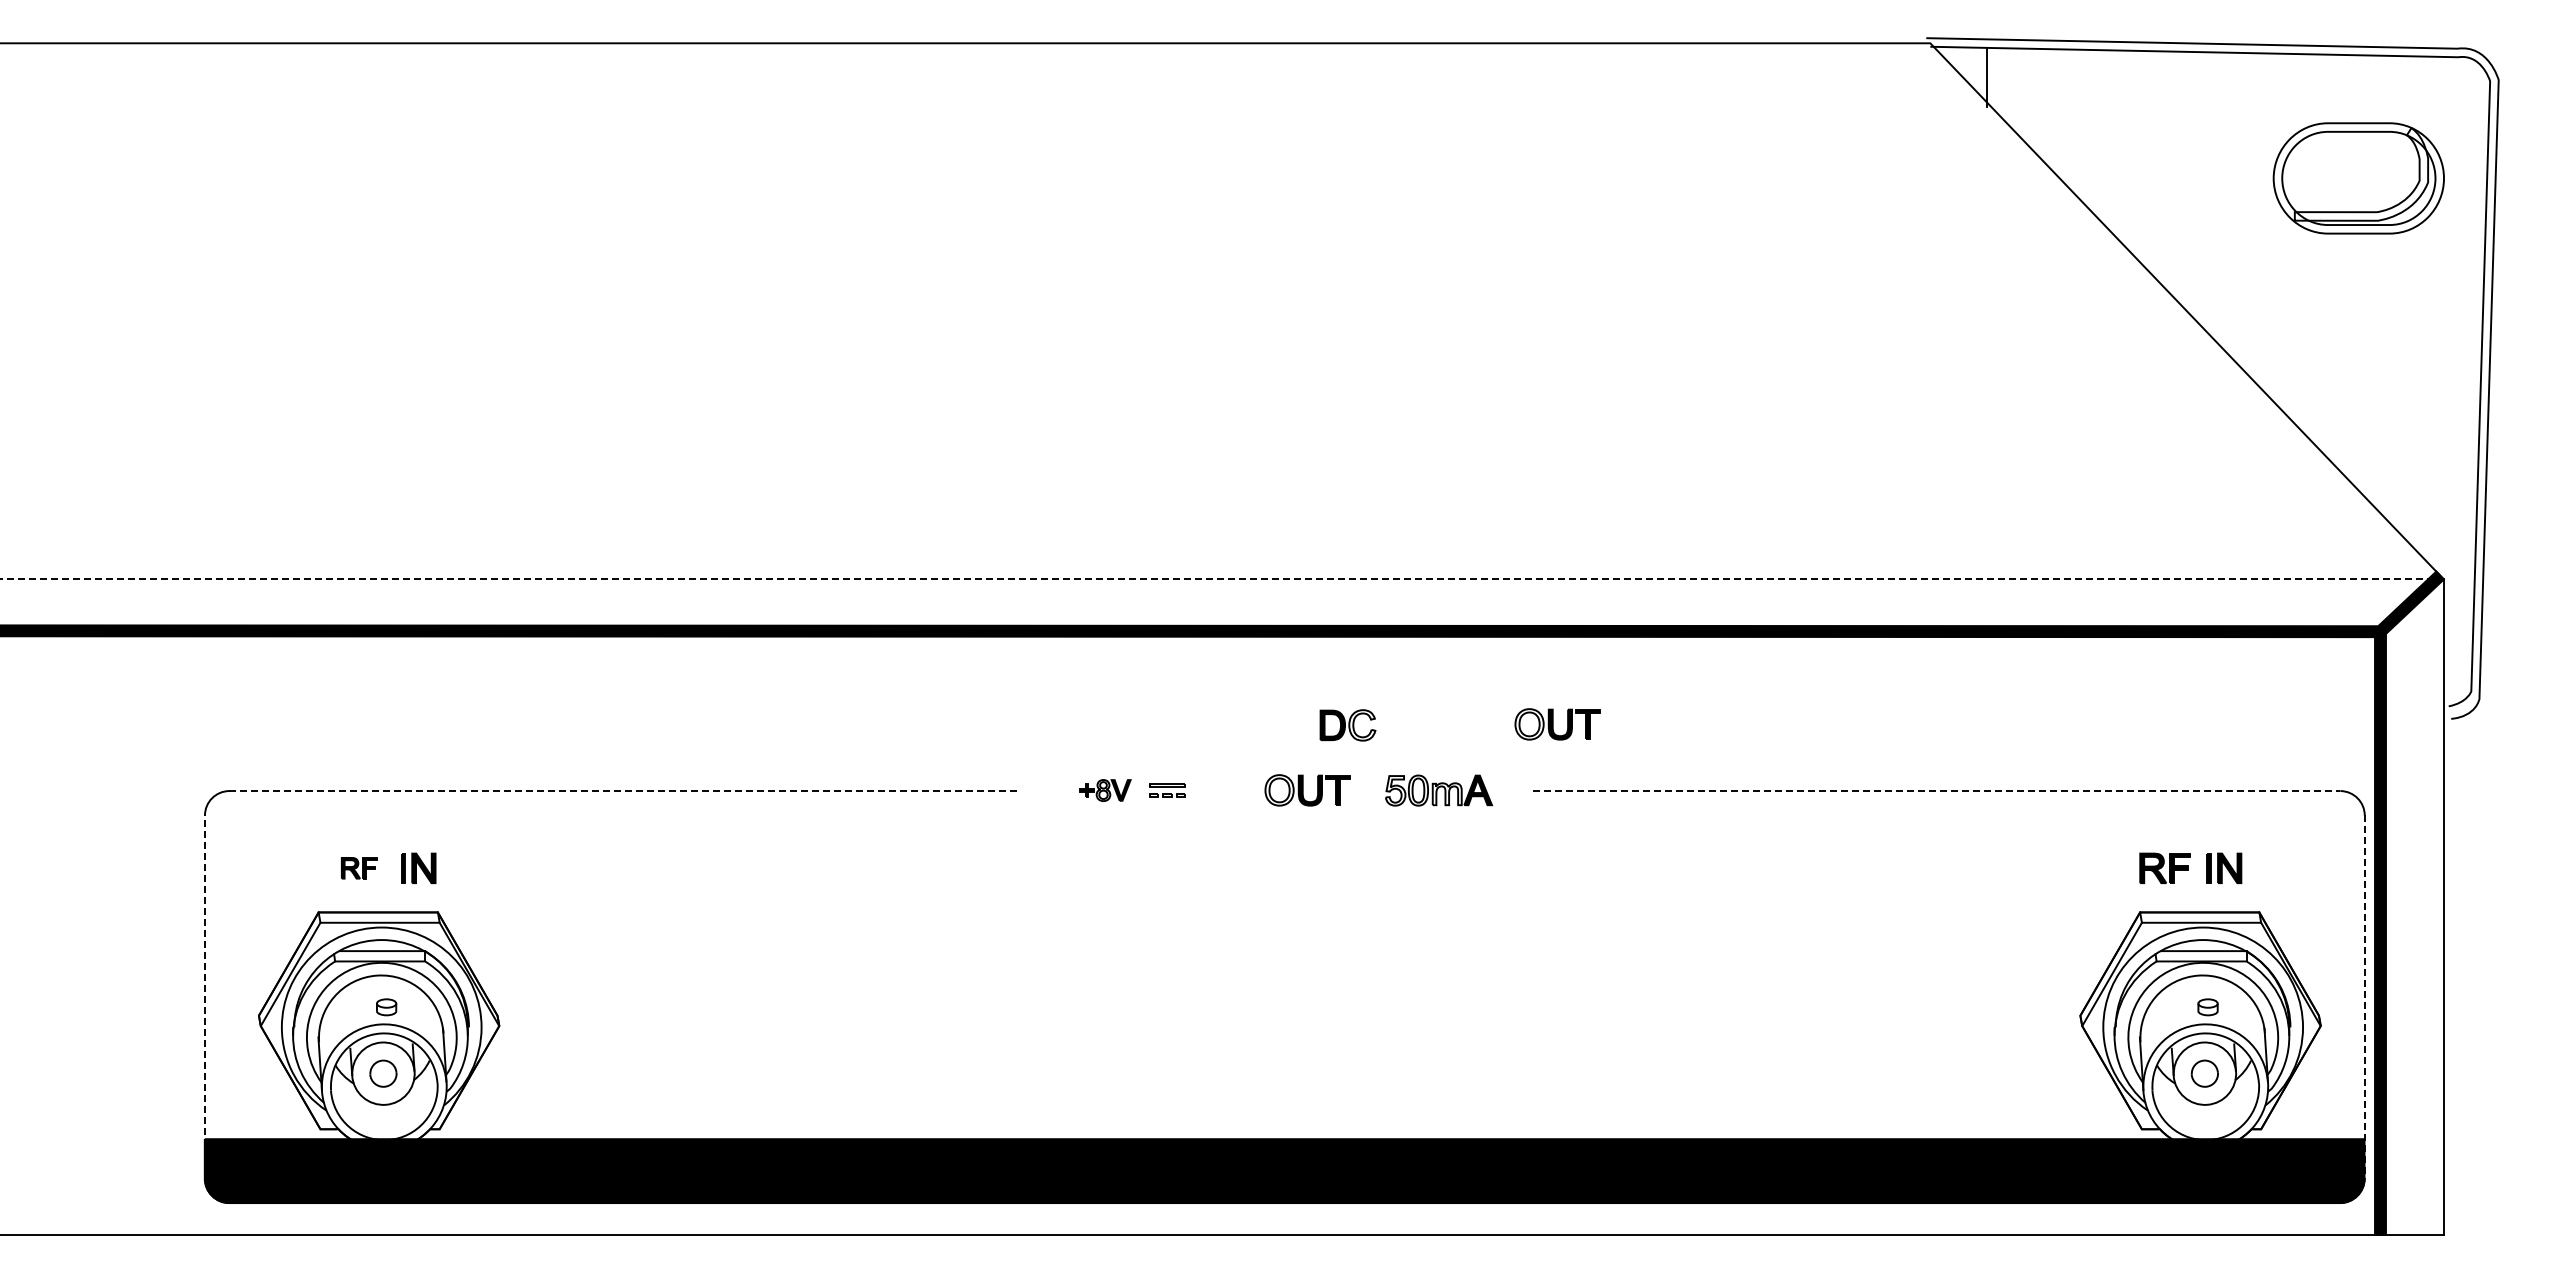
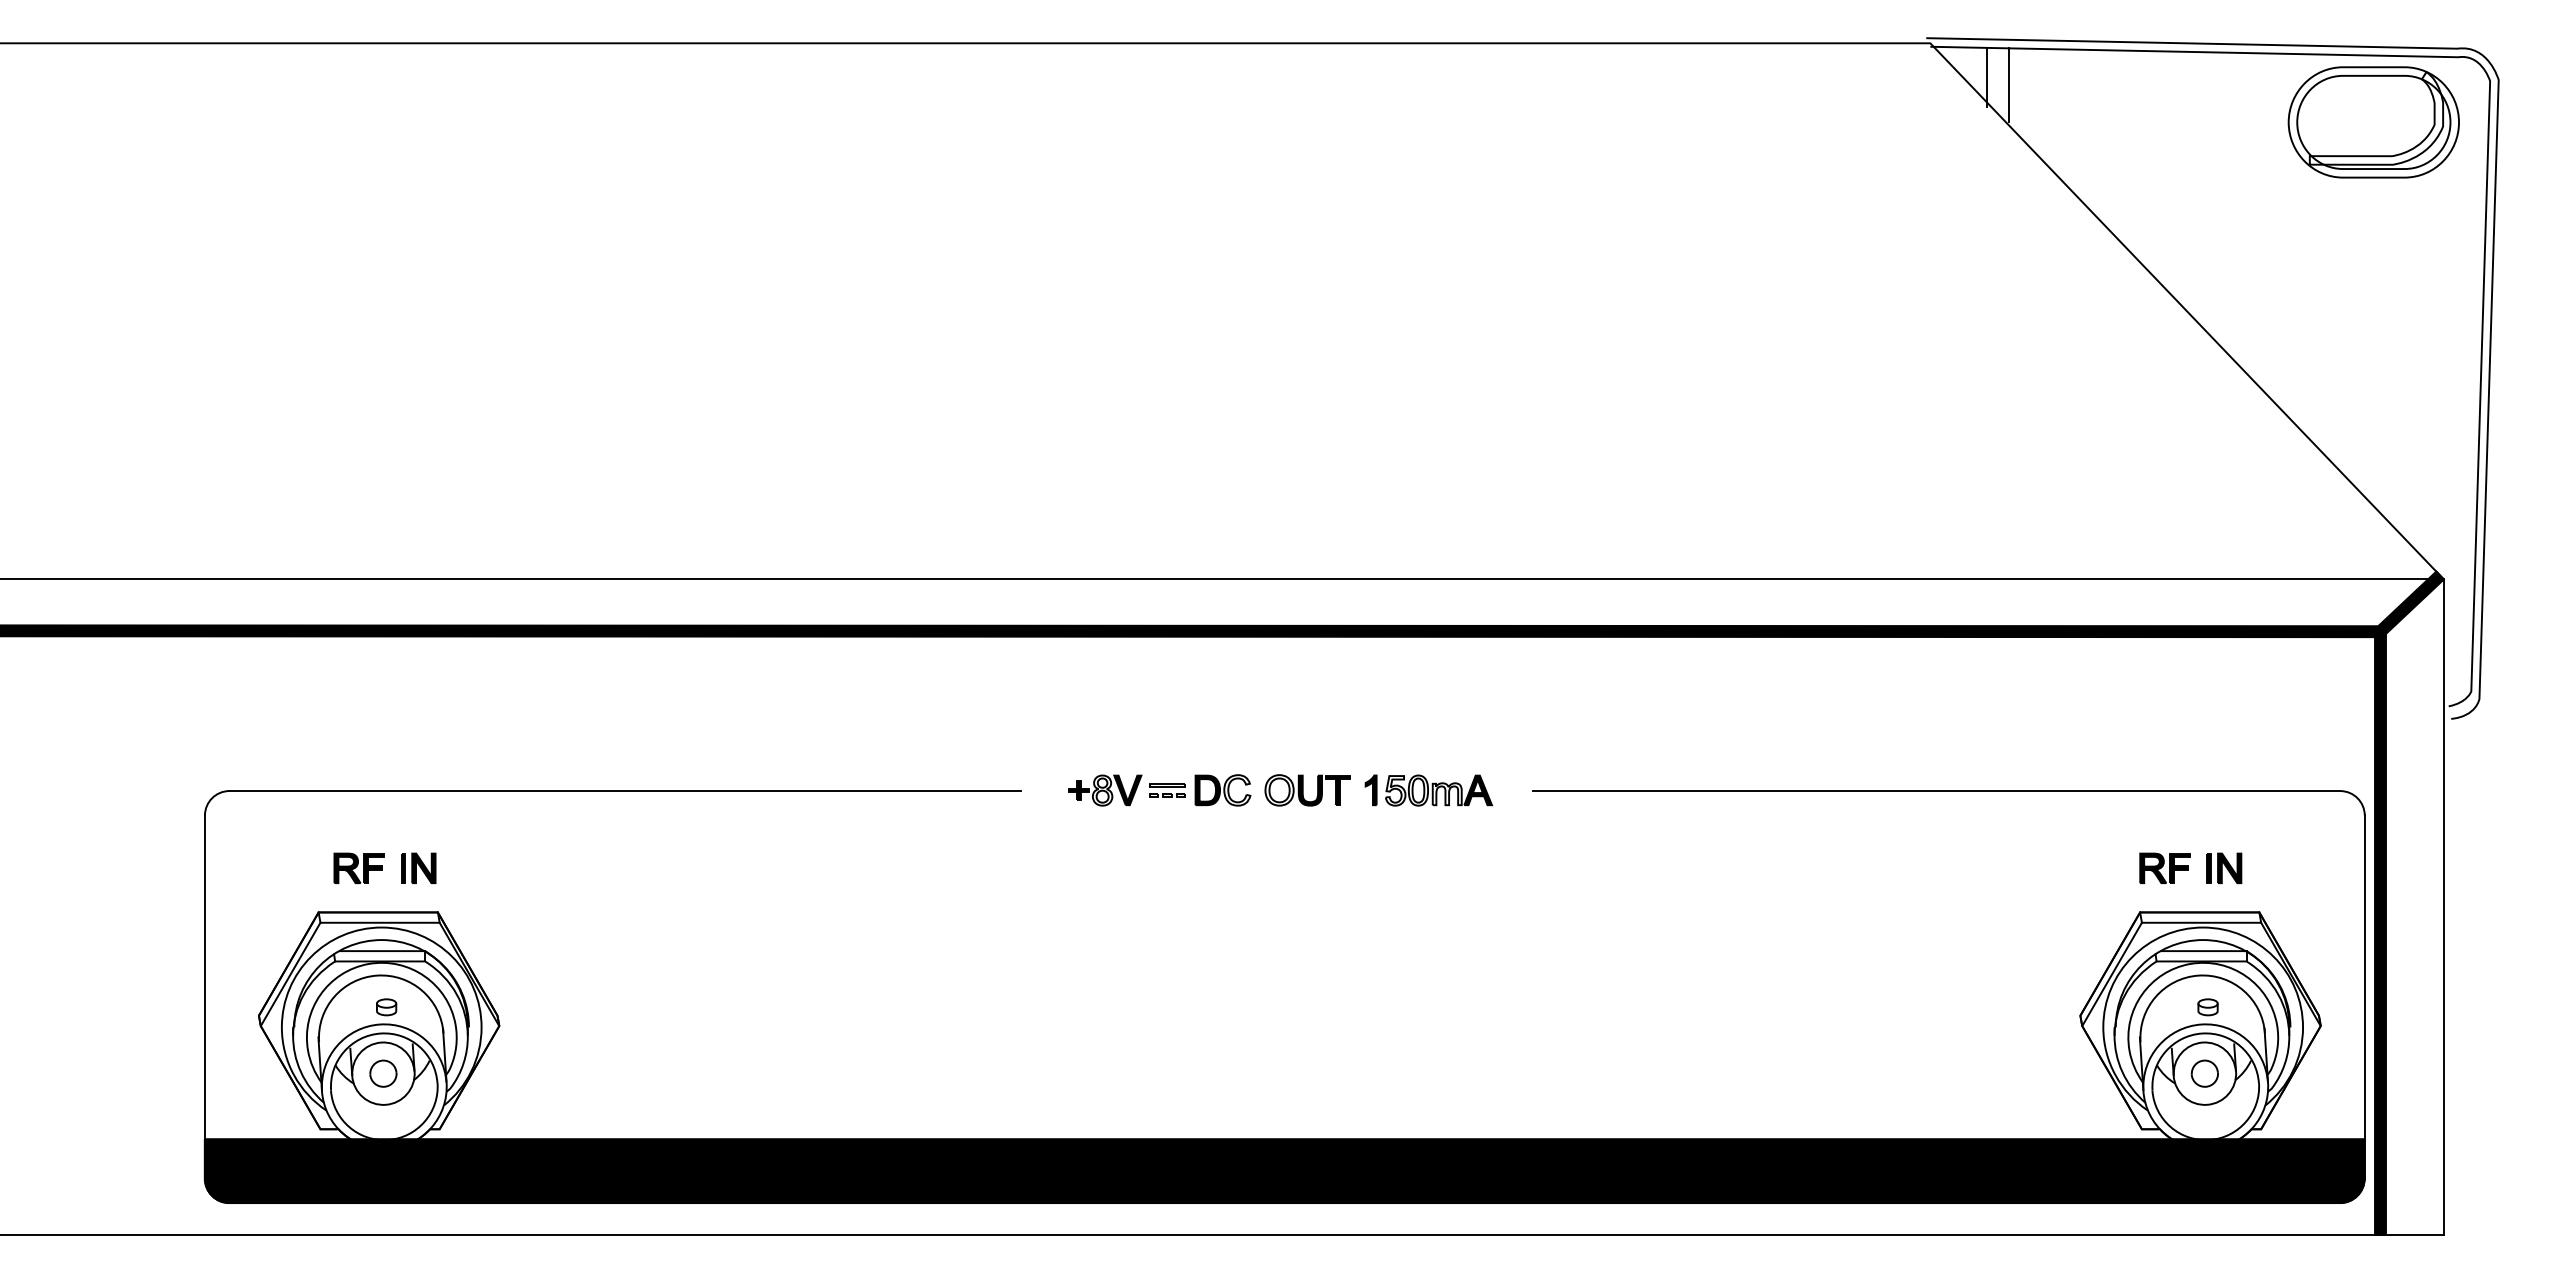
line at (2008, 85): none -> present
part at (2358, 178) position: (2358, 178) -> (2373, 122)
line at (1222, 579): dashed -> solid
part at (1557, 724): present -> none
part at (1347, 725) position: (1347, 725) -> (1222, 790)
part at (1105, 790) size: 53x23 px -> 75x33 px
part at (1370, 790): none -> present
line at (625, 791): dashed -> solid
line at (1936, 791): dashed -> solid
part at (359, 868) size: 37x23 px -> 52x32 px
line at (204, 997): dashed -> solid
line at (2364, 997): dashed -> solid
